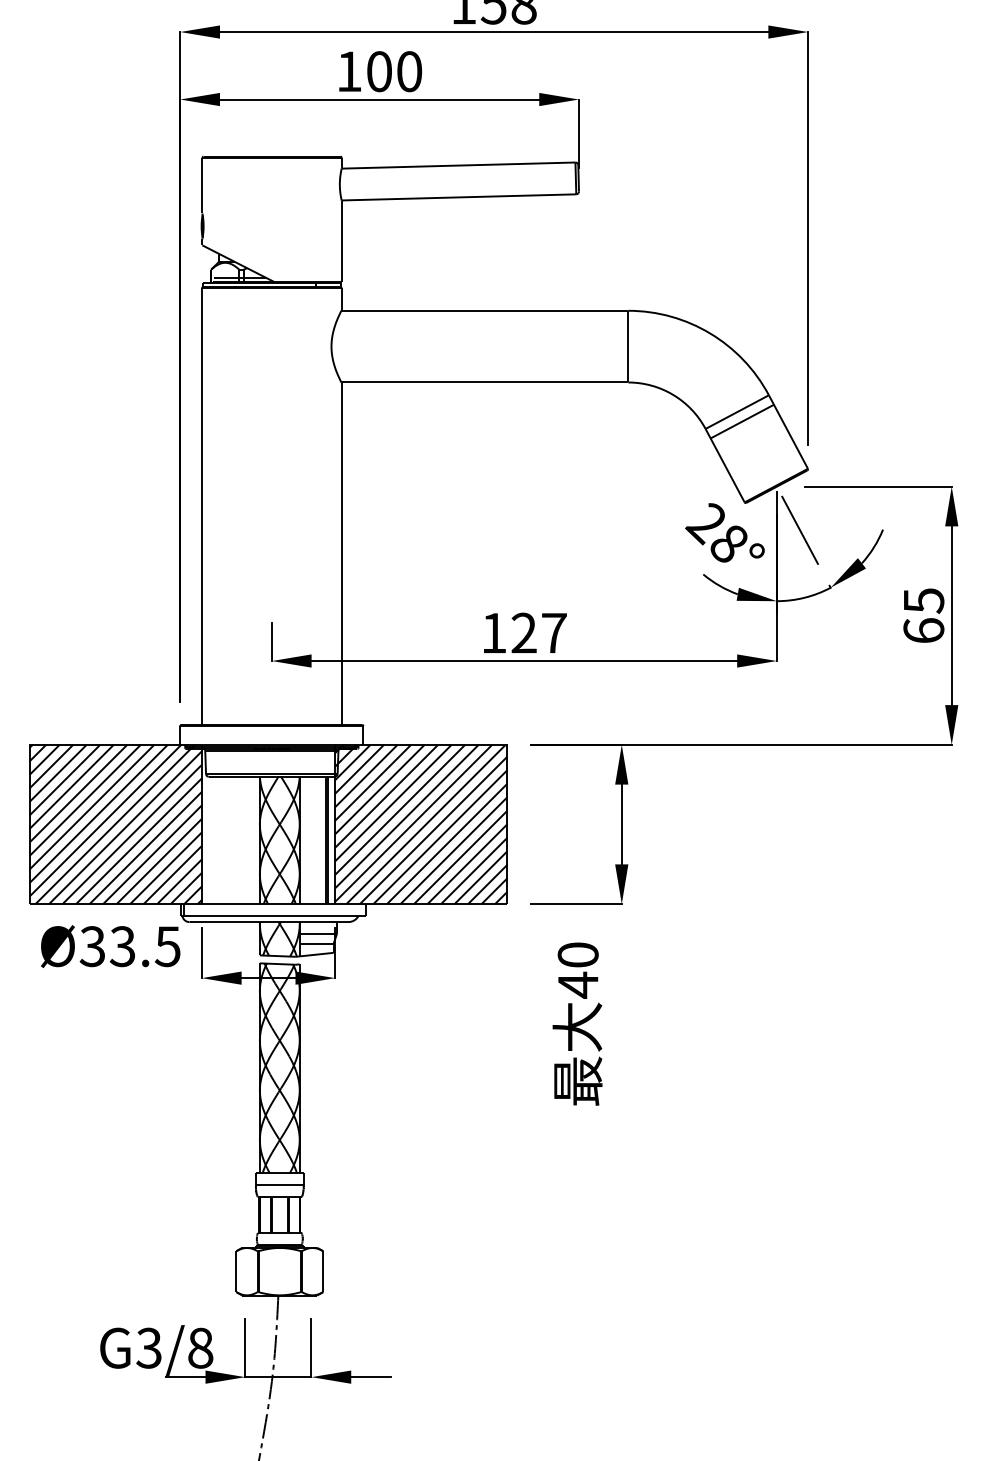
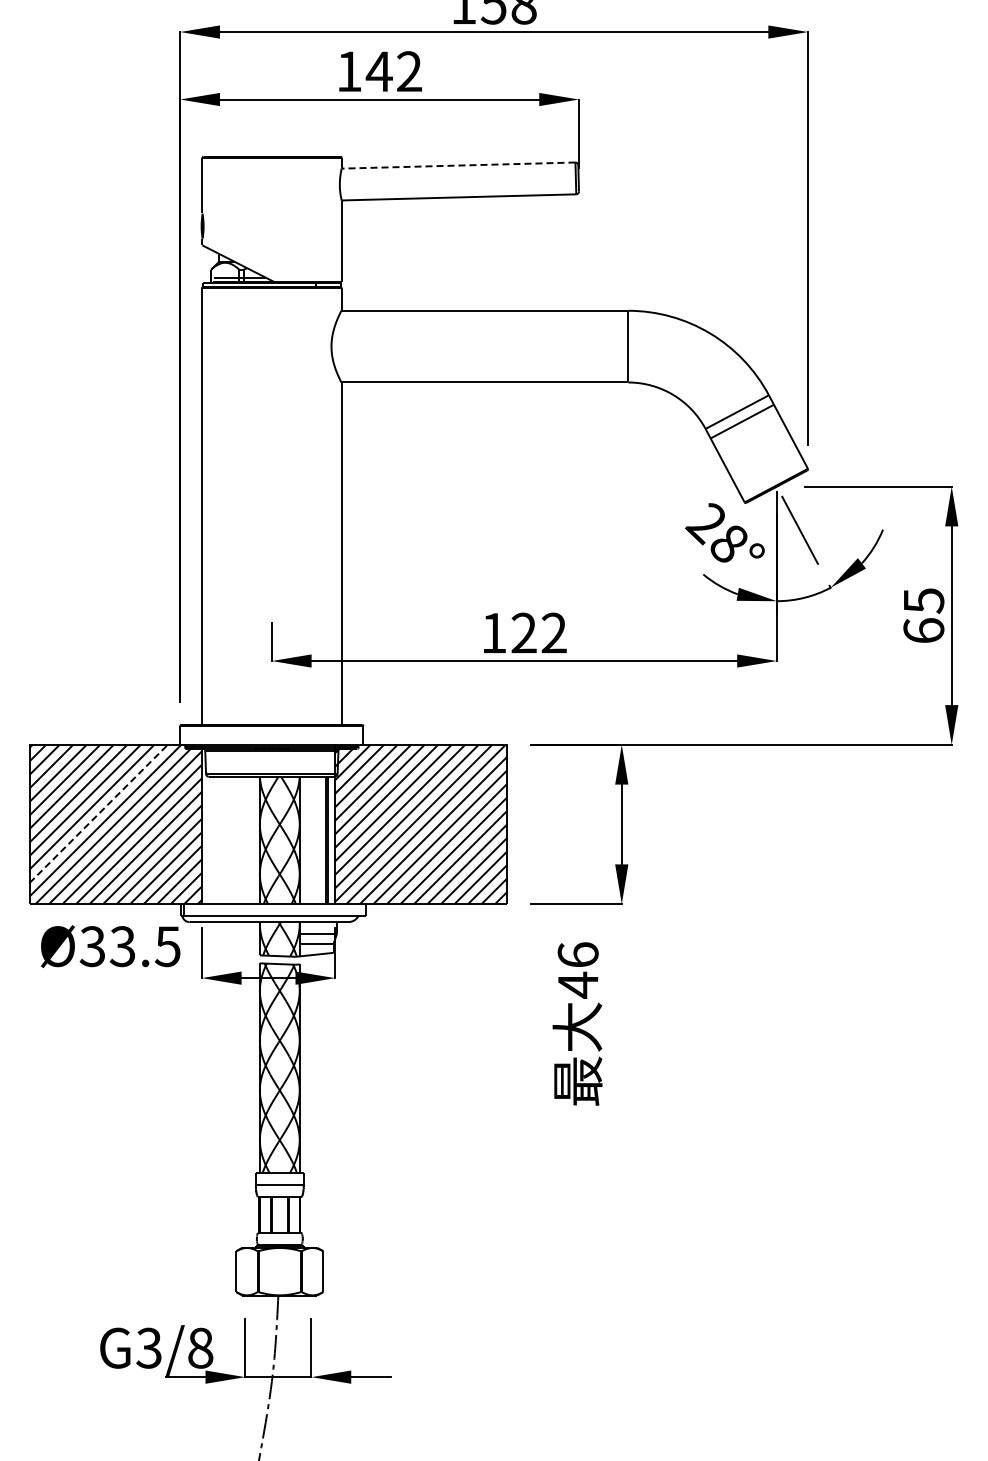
text at (393, 71): 100 -> 142
line at (458, 165): solid -> dashed
text at (553, 632): 127 -> 122
line at (98, 813): solid -> dashed
text at (577, 954): 40 -> 46
